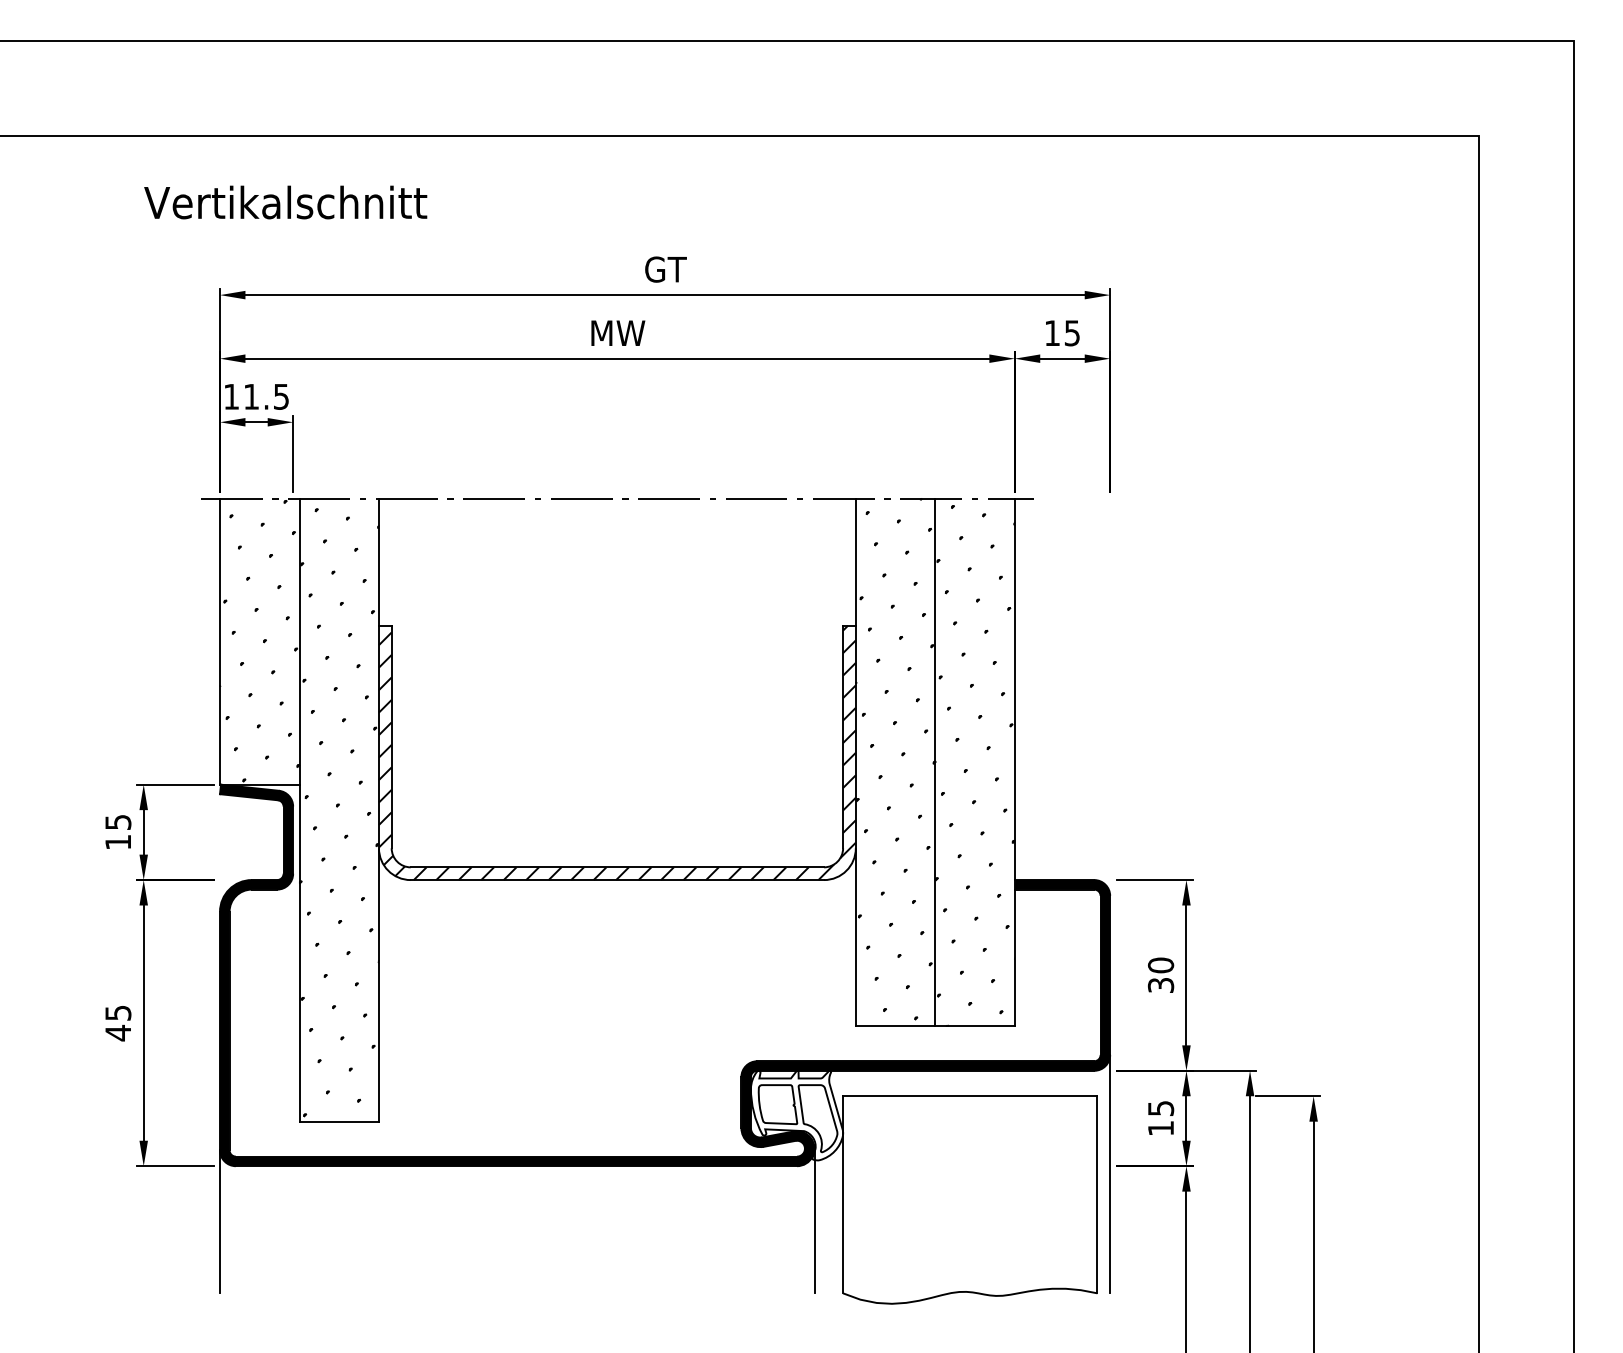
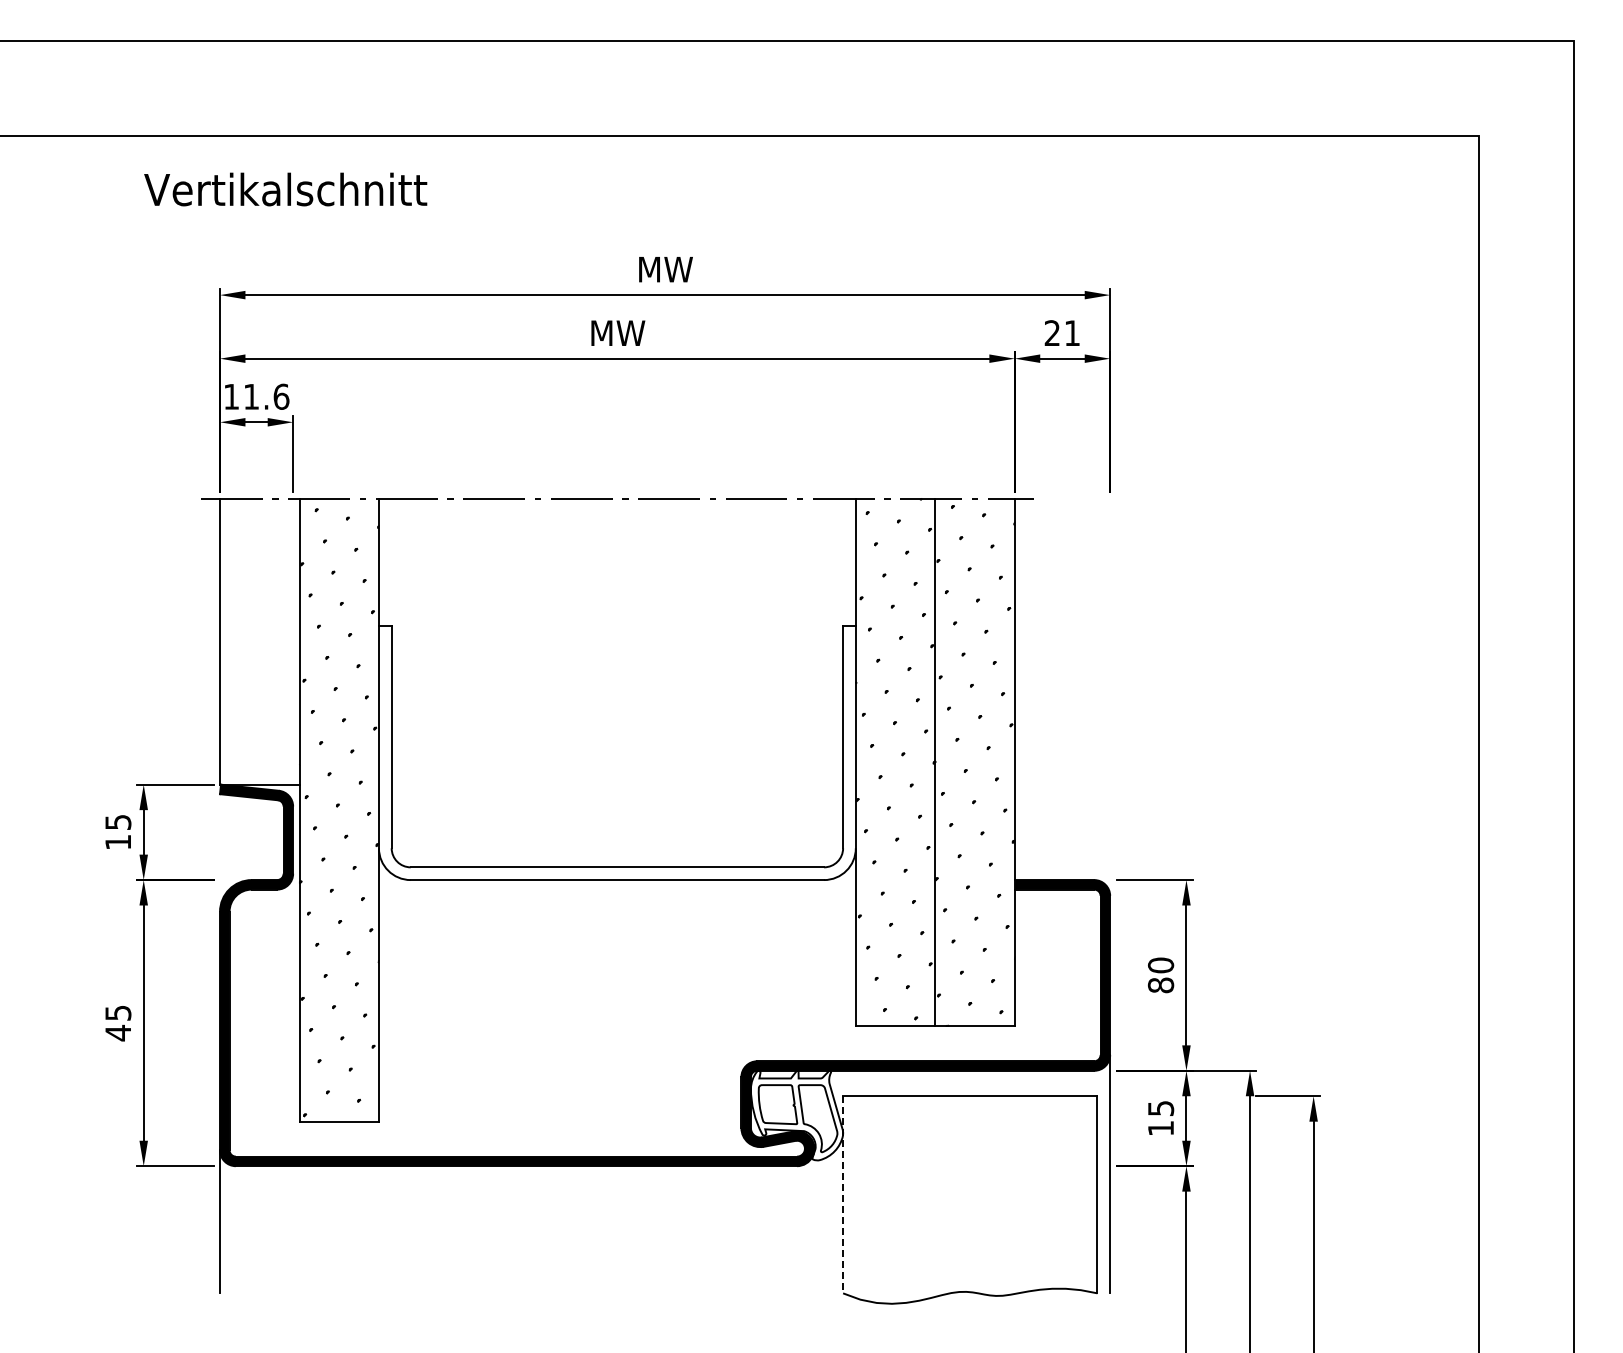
text at (285, 202) position: (285, 202) -> (285, 189)
text at (665, 269): GT -> MW
text at (1061, 333): 15 -> 21
text at (281, 396): 11.5 -> 11.6
hatch at (259, 641): present -> none
hatch at (616, 752): present -> none
text at (1161, 985): 30 -> 80
line at (843, 1194): solid -> dashed
line at (814, 1220): present -> none
